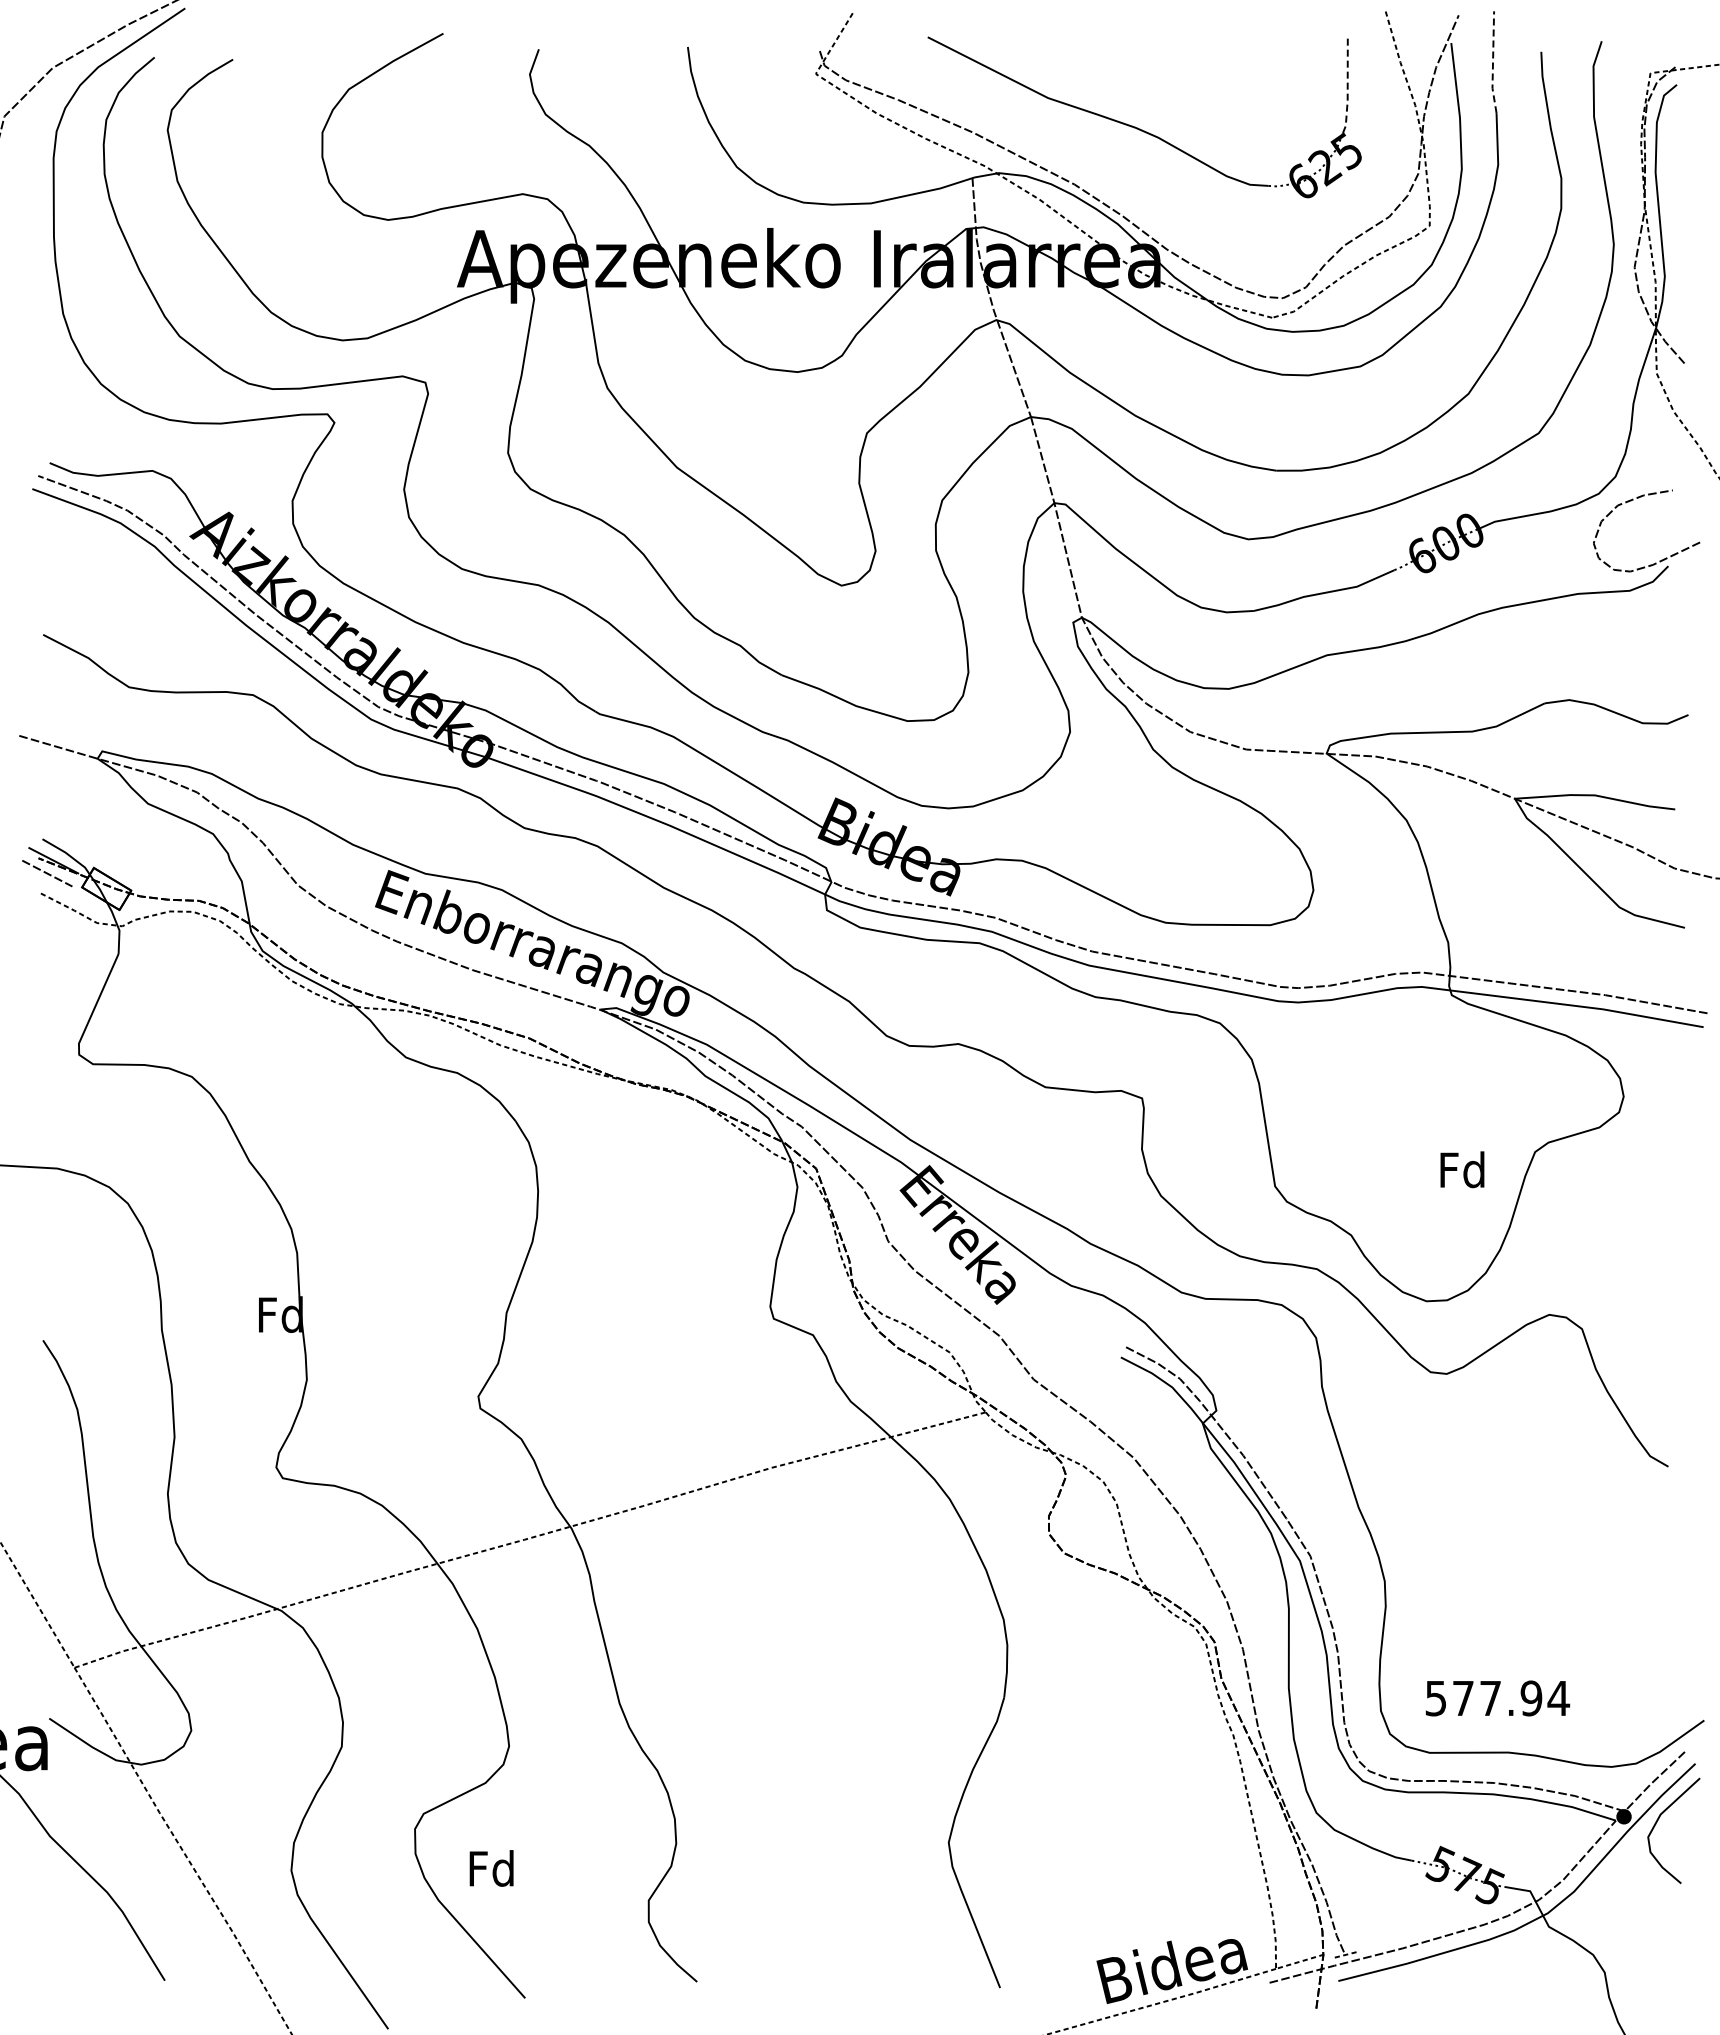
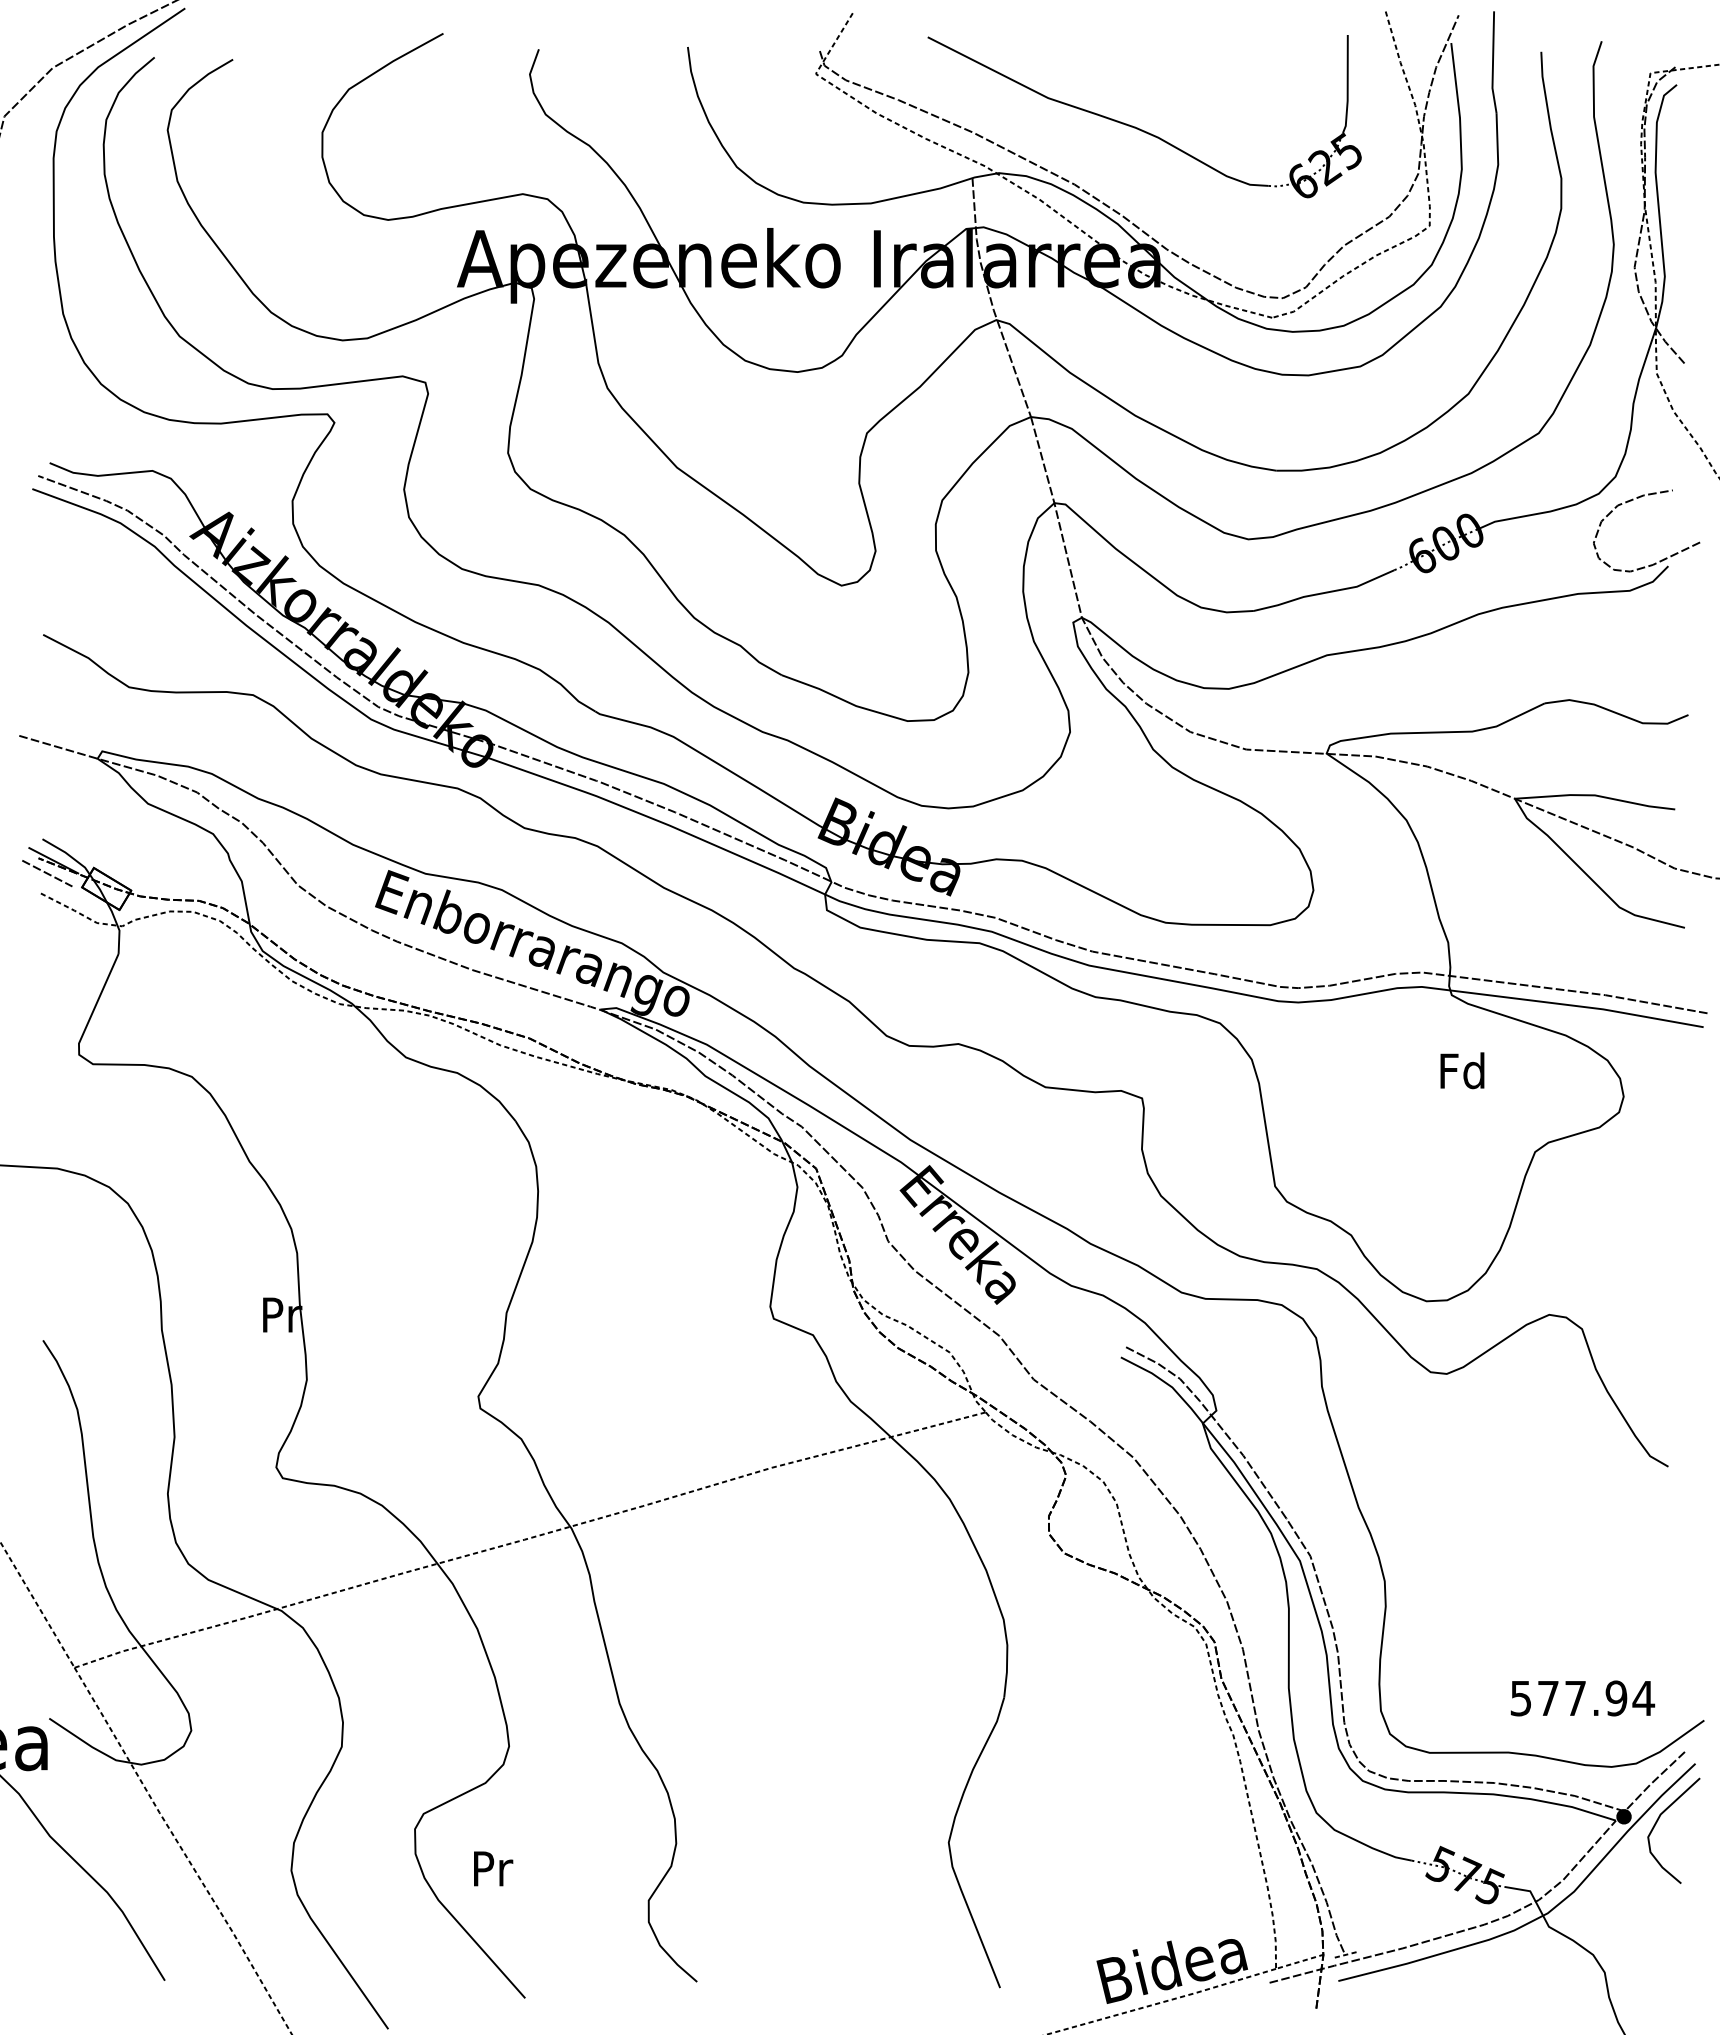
line at (1493, 63): dashed -> solid
line at (1347, 85): dashed -> solid
text at (1462, 1169) position: (1462, 1169) -> (1462, 1070)
text at (280, 1314): Fd -> Pr
text at (1497, 1698) position: (1497, 1698) -> (1582, 1698)
text at (491, 1868): Fd -> Pr
